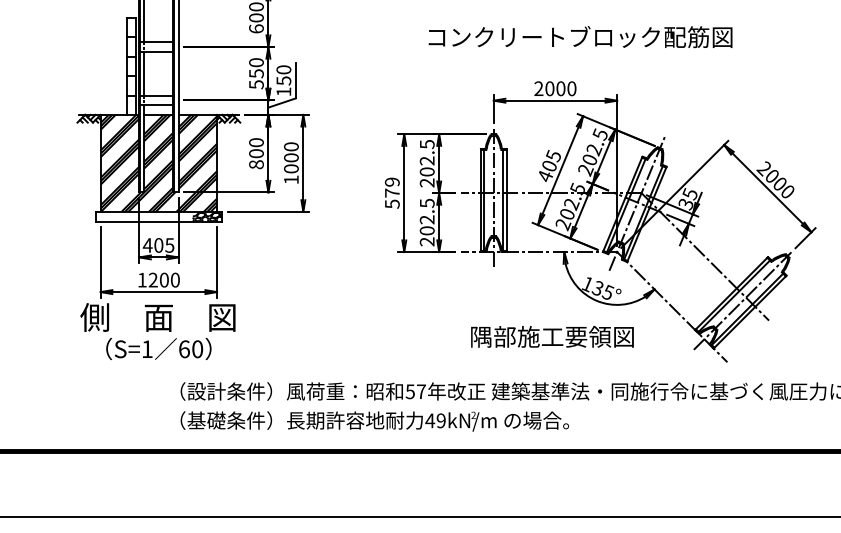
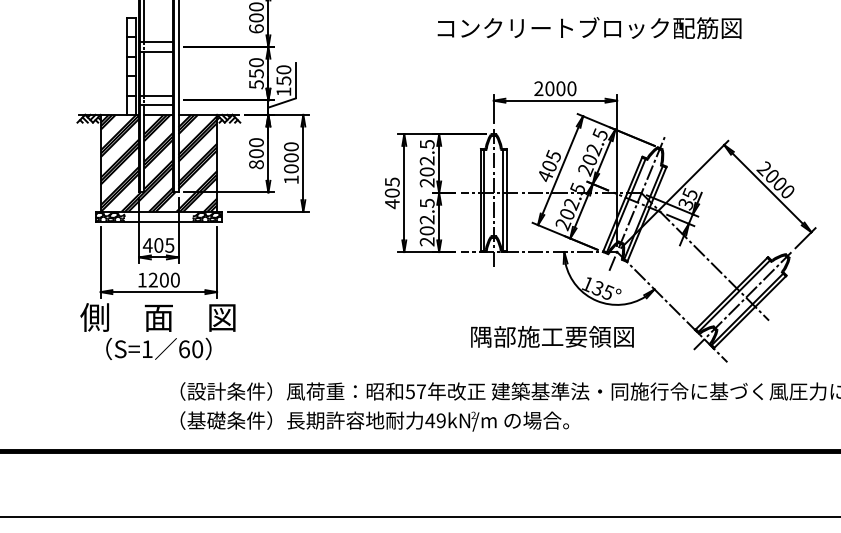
text at (580, 37) position: (580, 37) -> (589, 28)
text at (391, 193): 579 -> 405
hatch at (109, 216): none -> present
